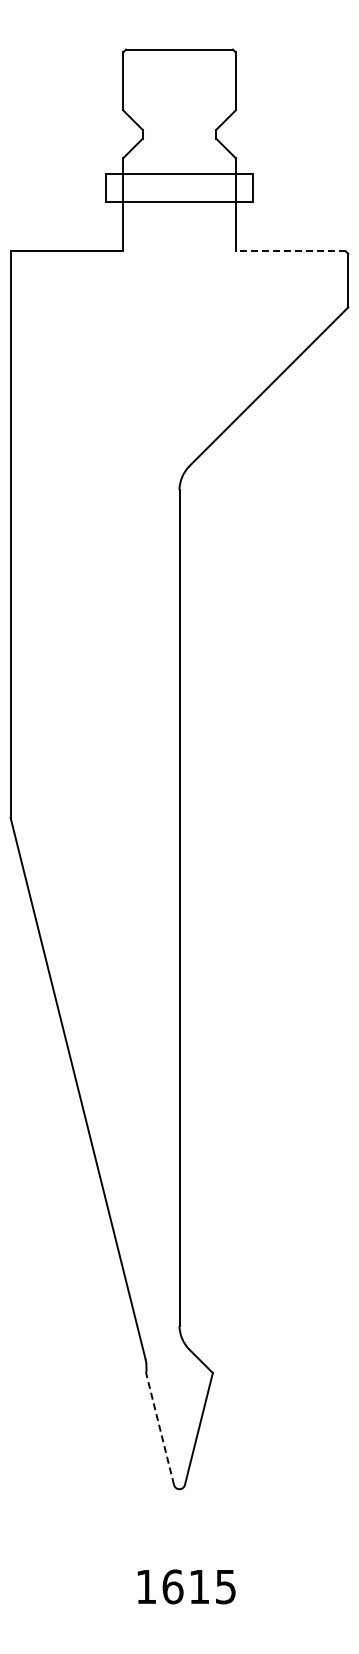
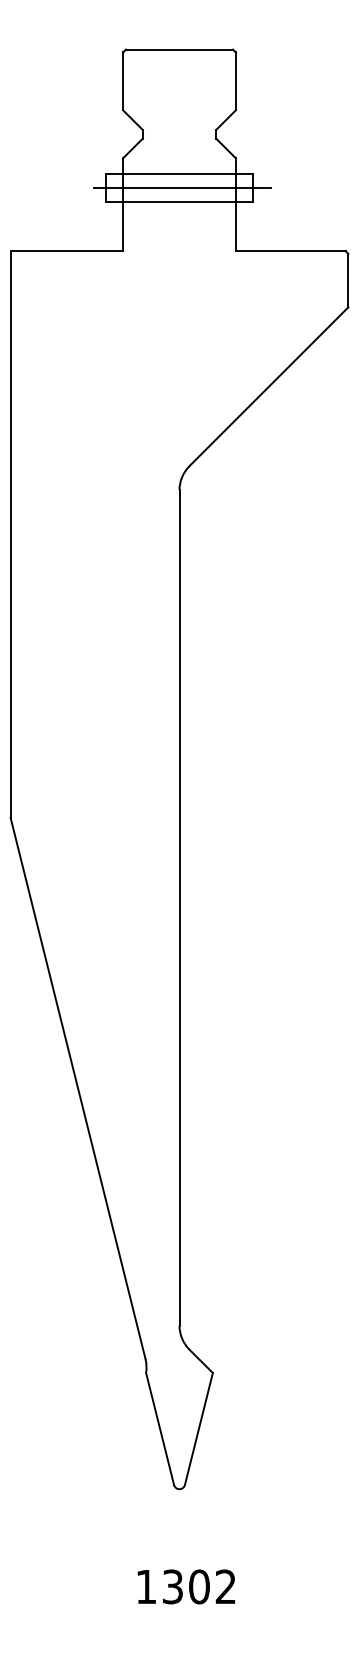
line at (182, 188): none -> present
line at (290, 251): dashed -> solid
line at (160, 1428): dashed -> solid
text at (198, 1586): 1615 -> 1302
